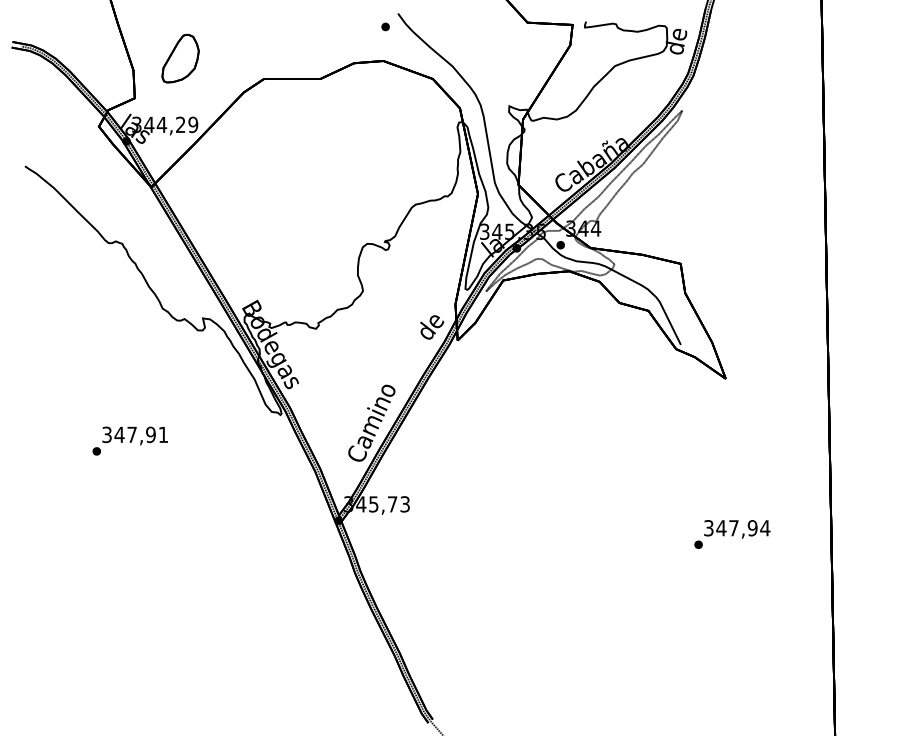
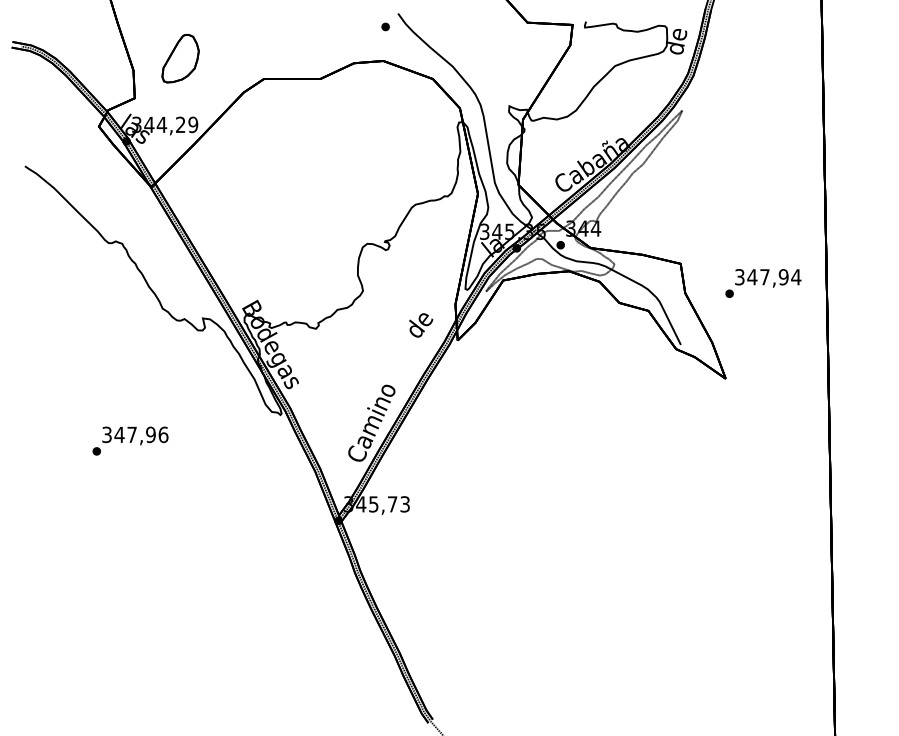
text at (432, 327) position: (432, 327) -> (421, 325)
text at (163, 434): 347,91 -> 347,96
text at (732, 534) position: (732, 534) -> (763, 283)
